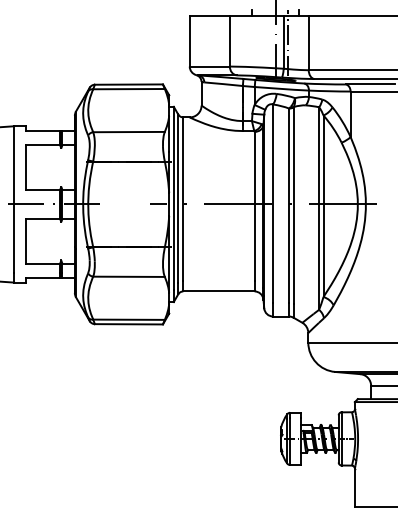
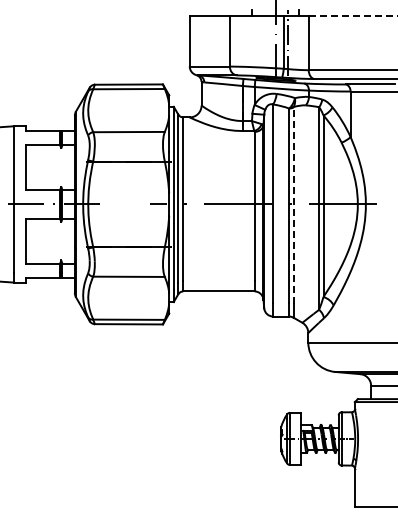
line at (353, 15): solid -> dashed
line at (293, 205): solid -> dashed
